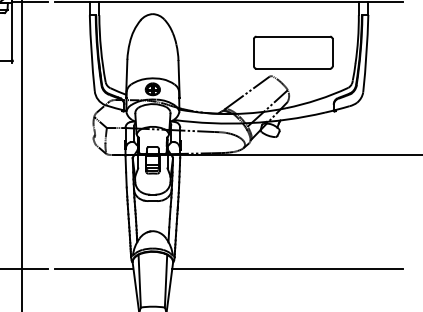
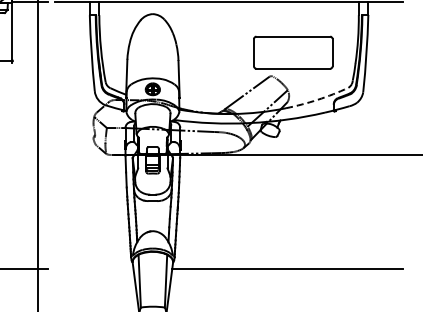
arc at (317, 99): solid -> dashed
line at (21, 155) position: (21, 155) -> (37, 155)
line at (93, 268): present -> none
